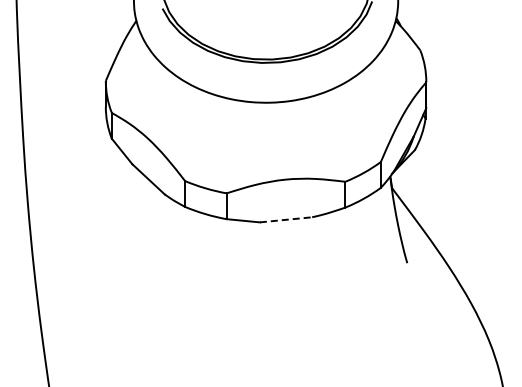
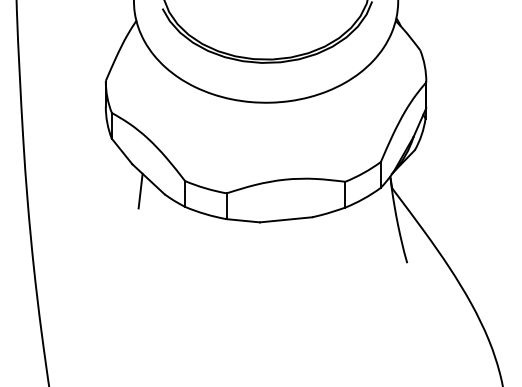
line at (140, 190): none -> present
line at (286, 219): dashed -> solid
